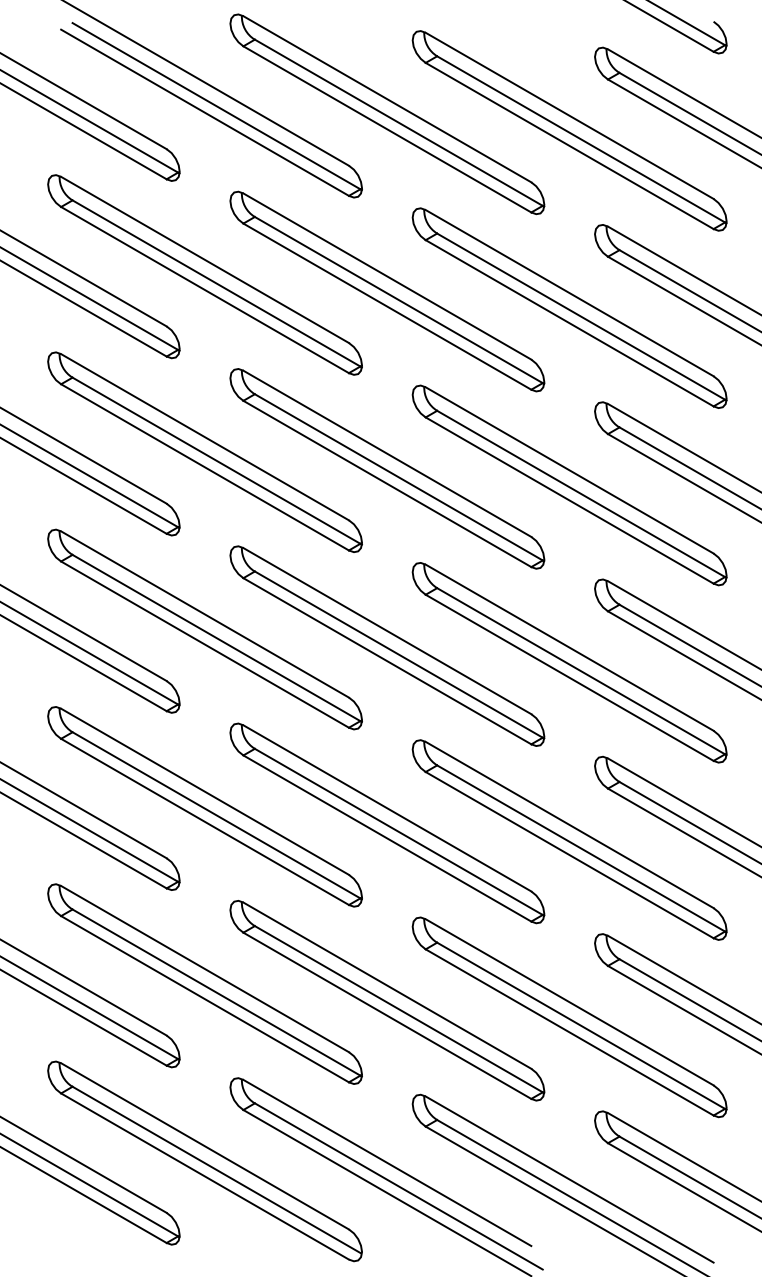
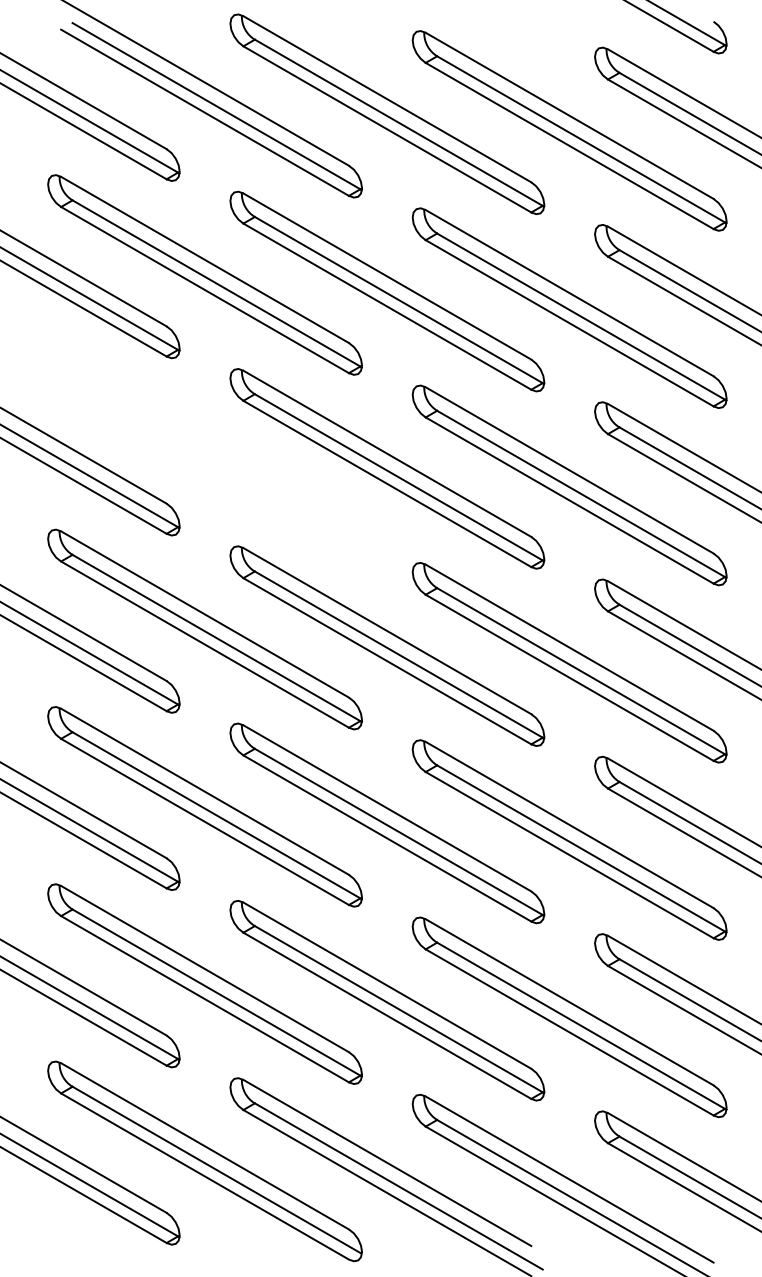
part at (204, 451): present -> none
